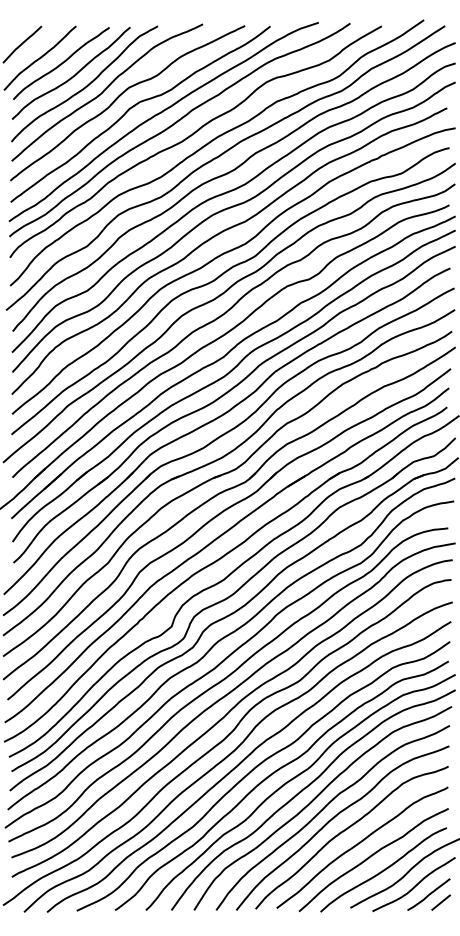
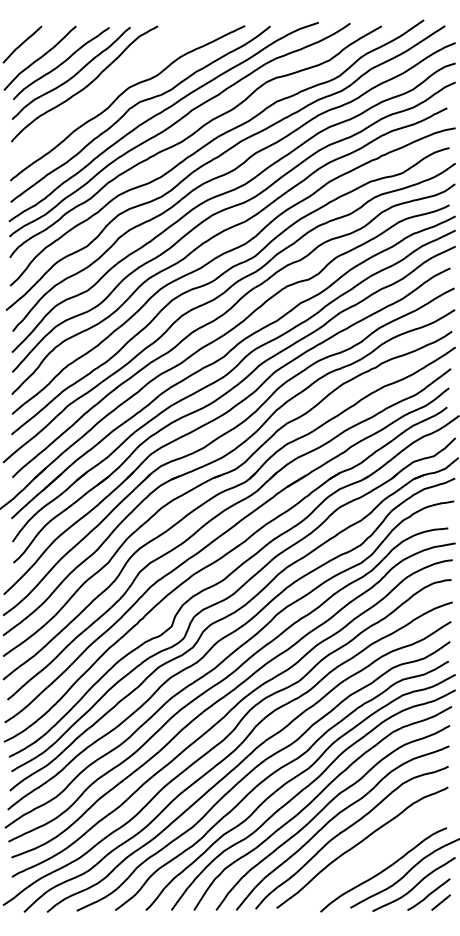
curve at (105, 90): present -> none
curve at (372, 856): present -> none
